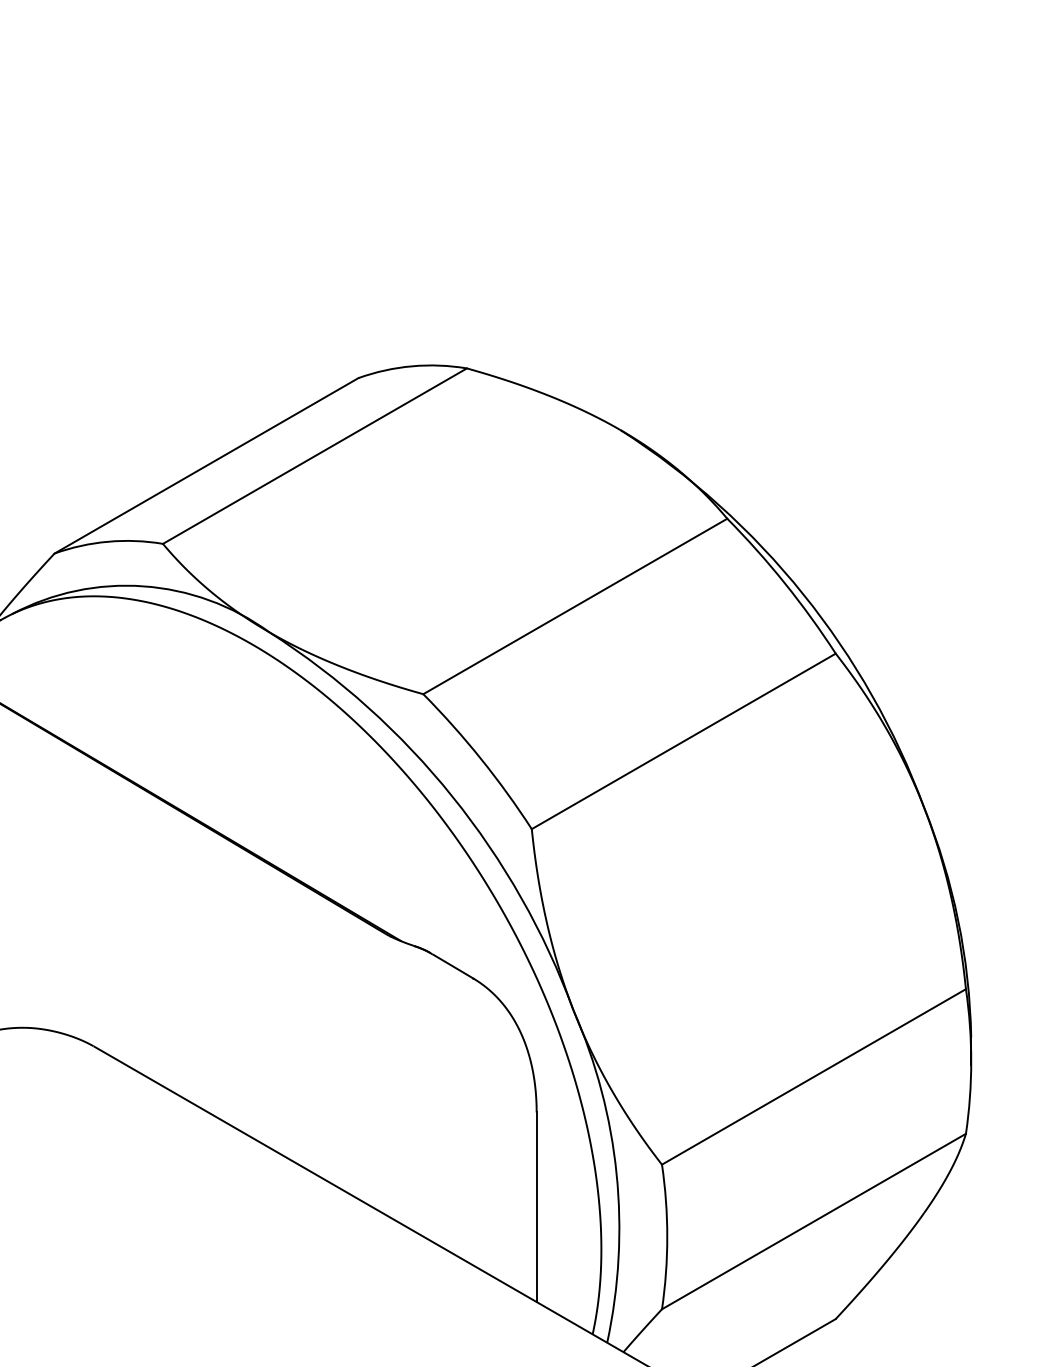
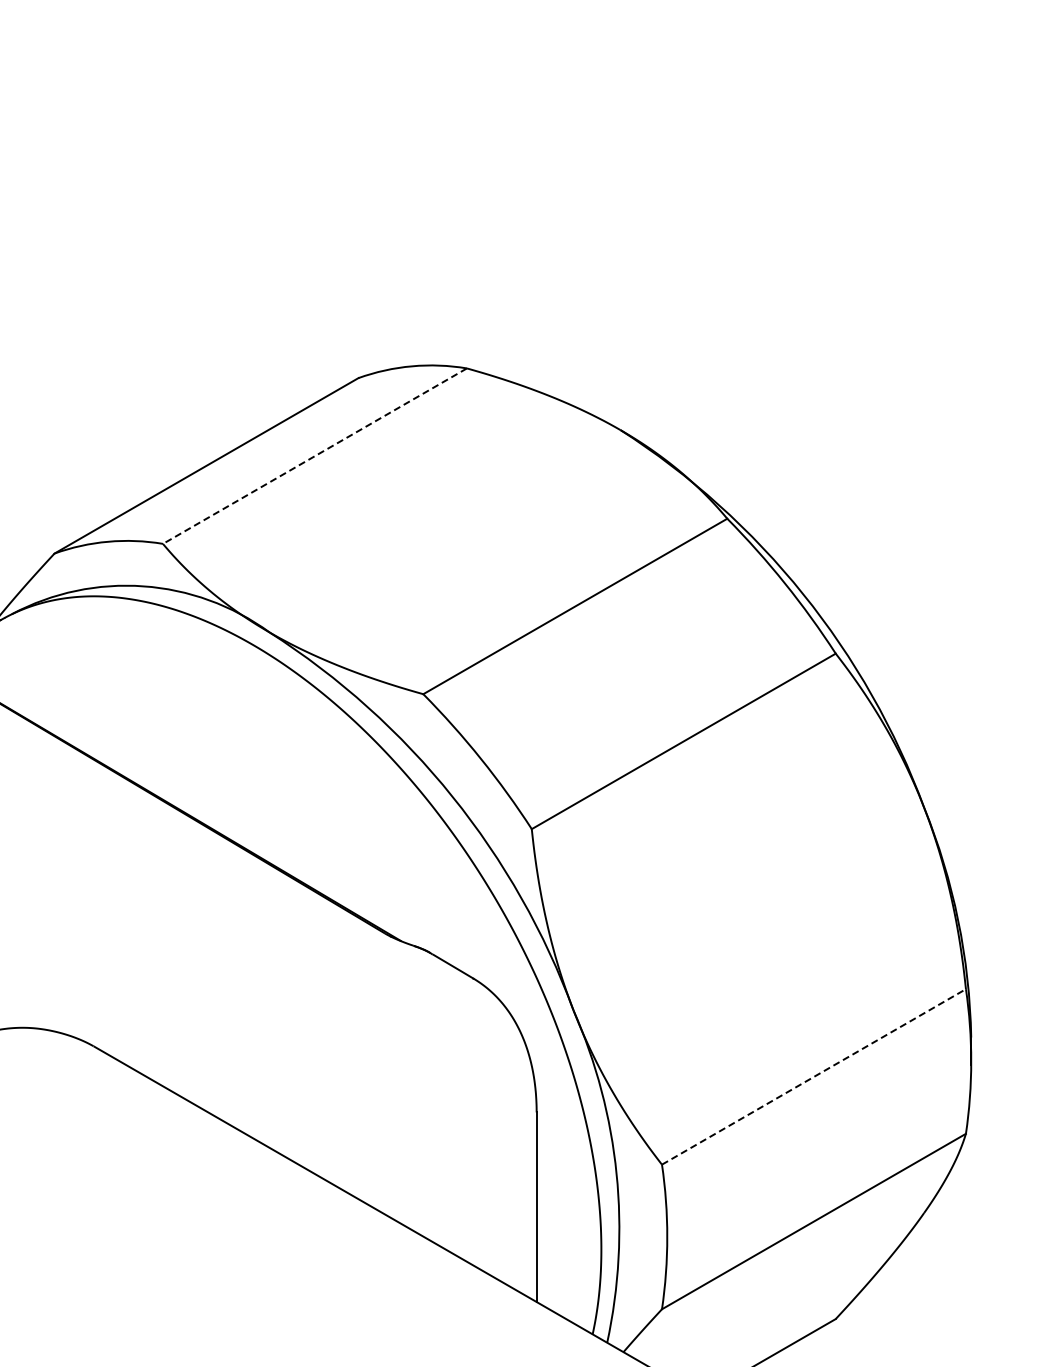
line at (314, 456): solid -> dashed
line at (814, 1076): solid -> dashed
